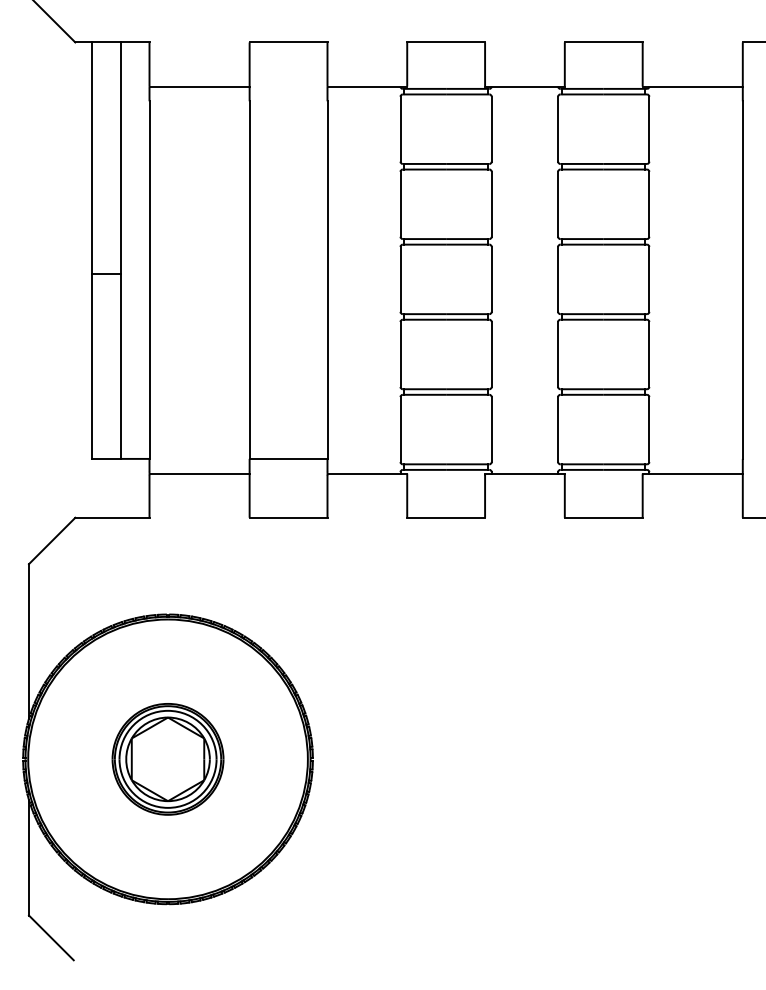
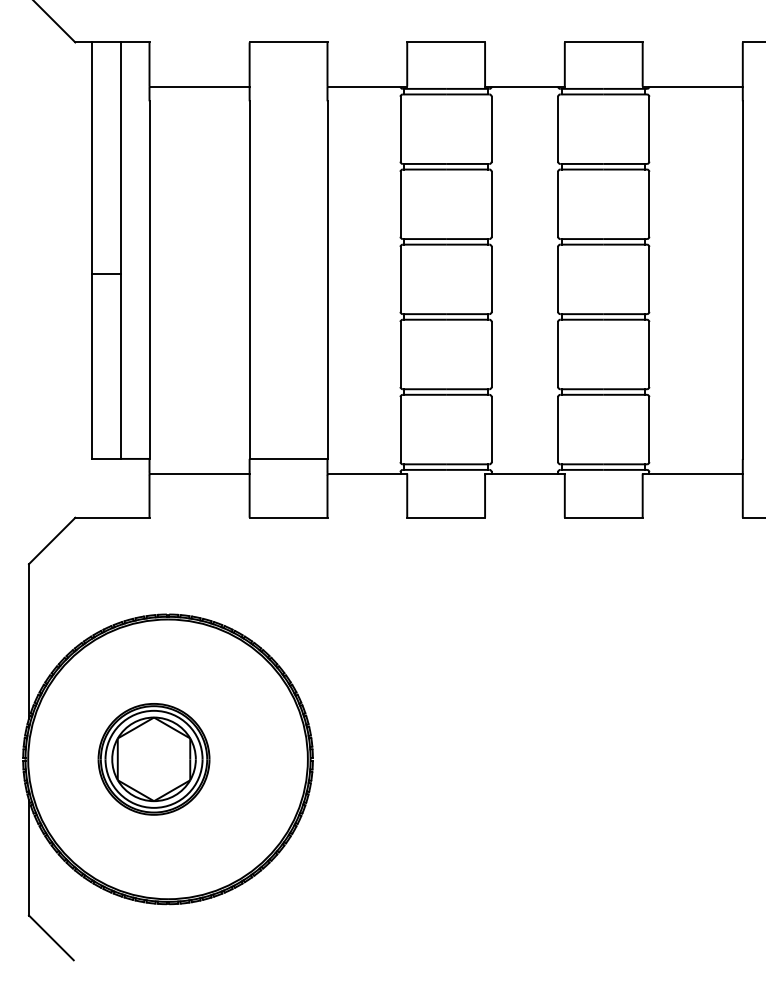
part at (167, 759) position: (167, 759) -> (153, 759)
